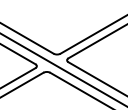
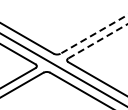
line at (94, 34): solid -> dashed
line at (98, 40): solid -> dashed
